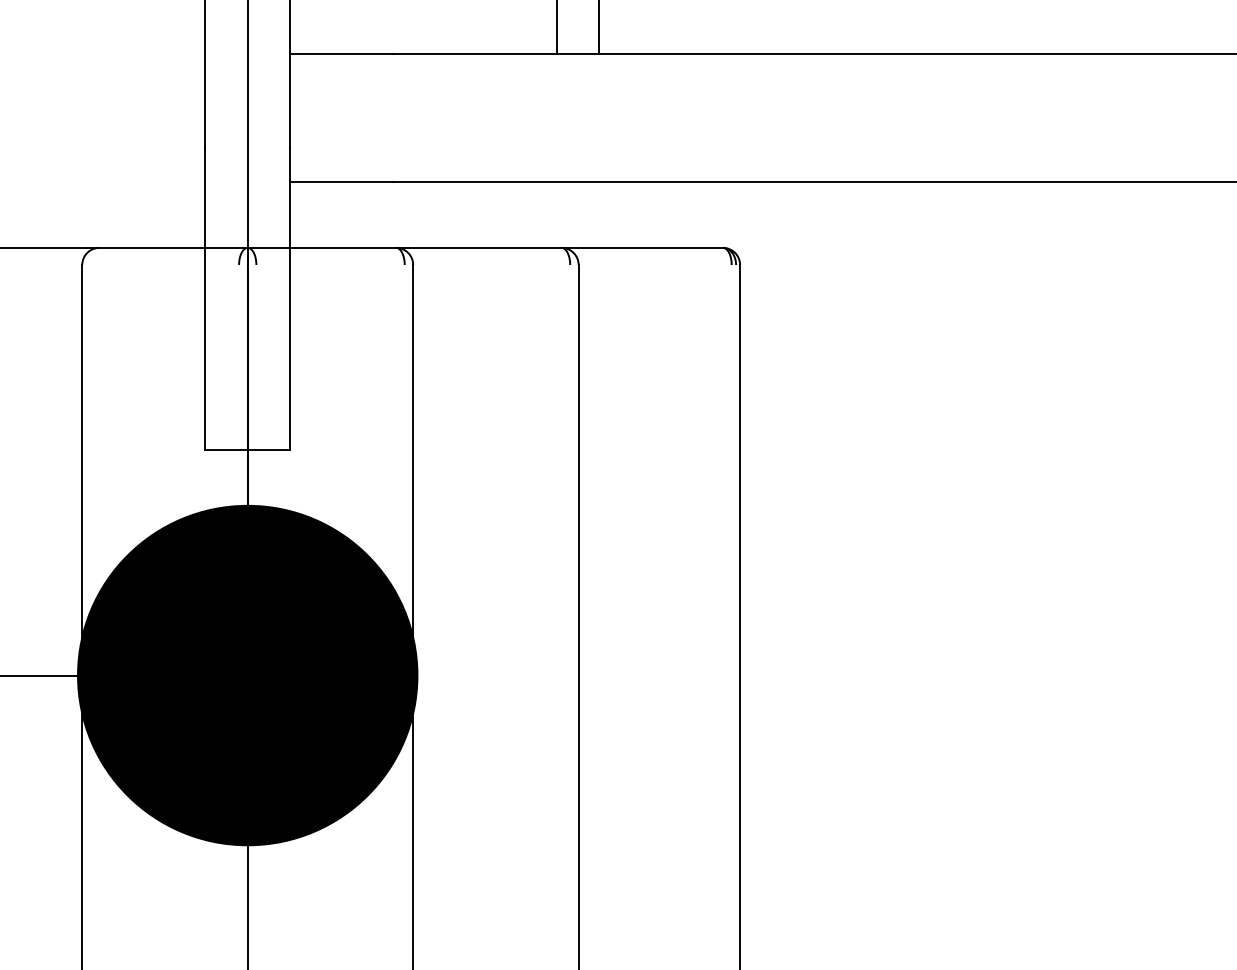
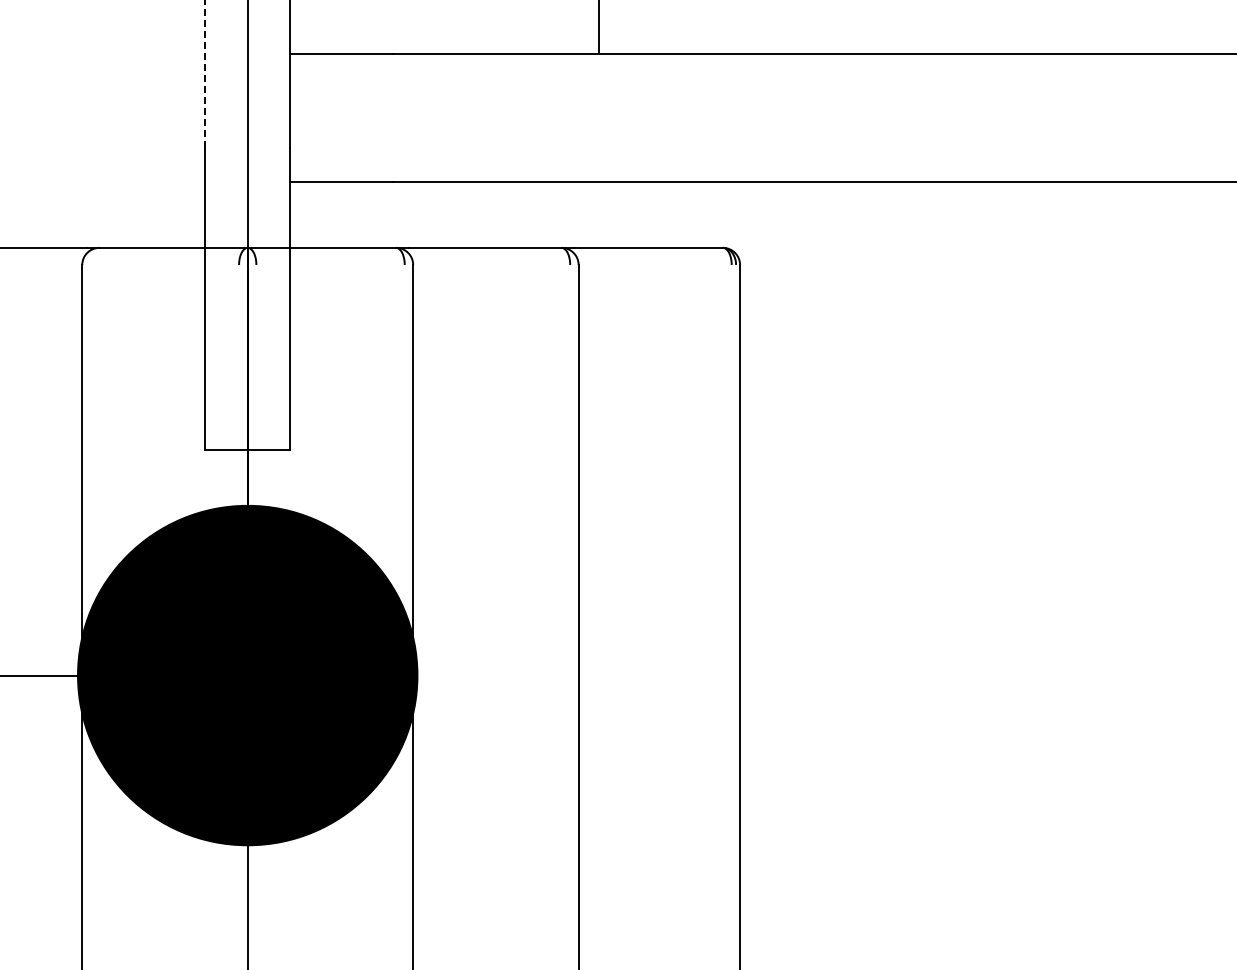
line at (556, 27): present -> none
line at (204, 74): solid -> dashed
